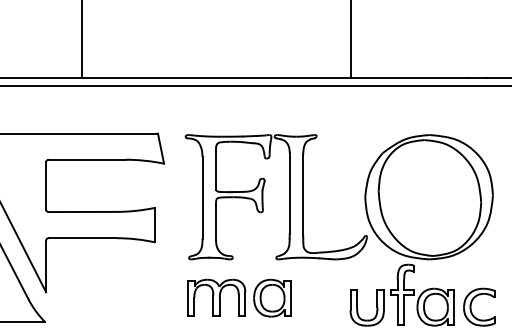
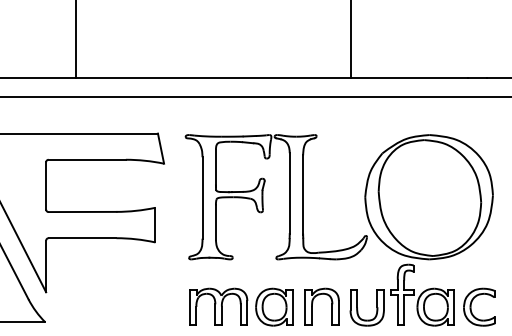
line at (81, 39) position: (81, 39) -> (75, 39)
line at (255, 85) position: (255, 85) -> (255, 96)
part at (239, 297) position: (239, 297) -> (241, 306)
part at (313, 302): none -> present
